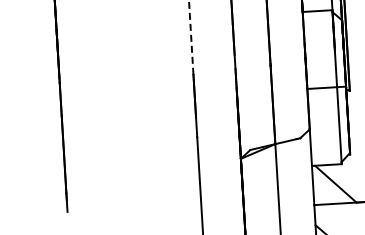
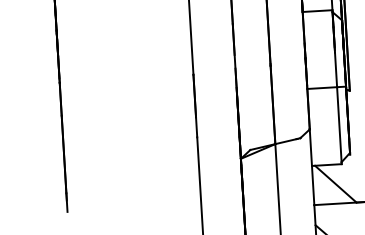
line at (191, 36): dashed -> solid
